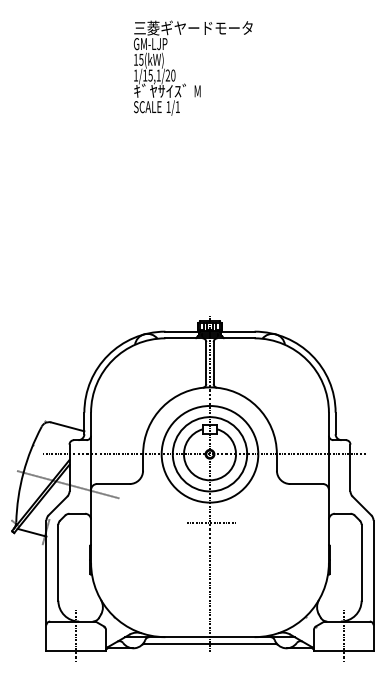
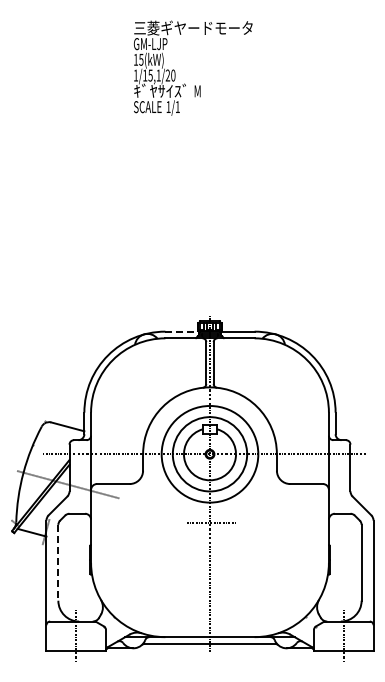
line at (182, 331): solid -> dashed
line at (58, 562): solid -> dashed
